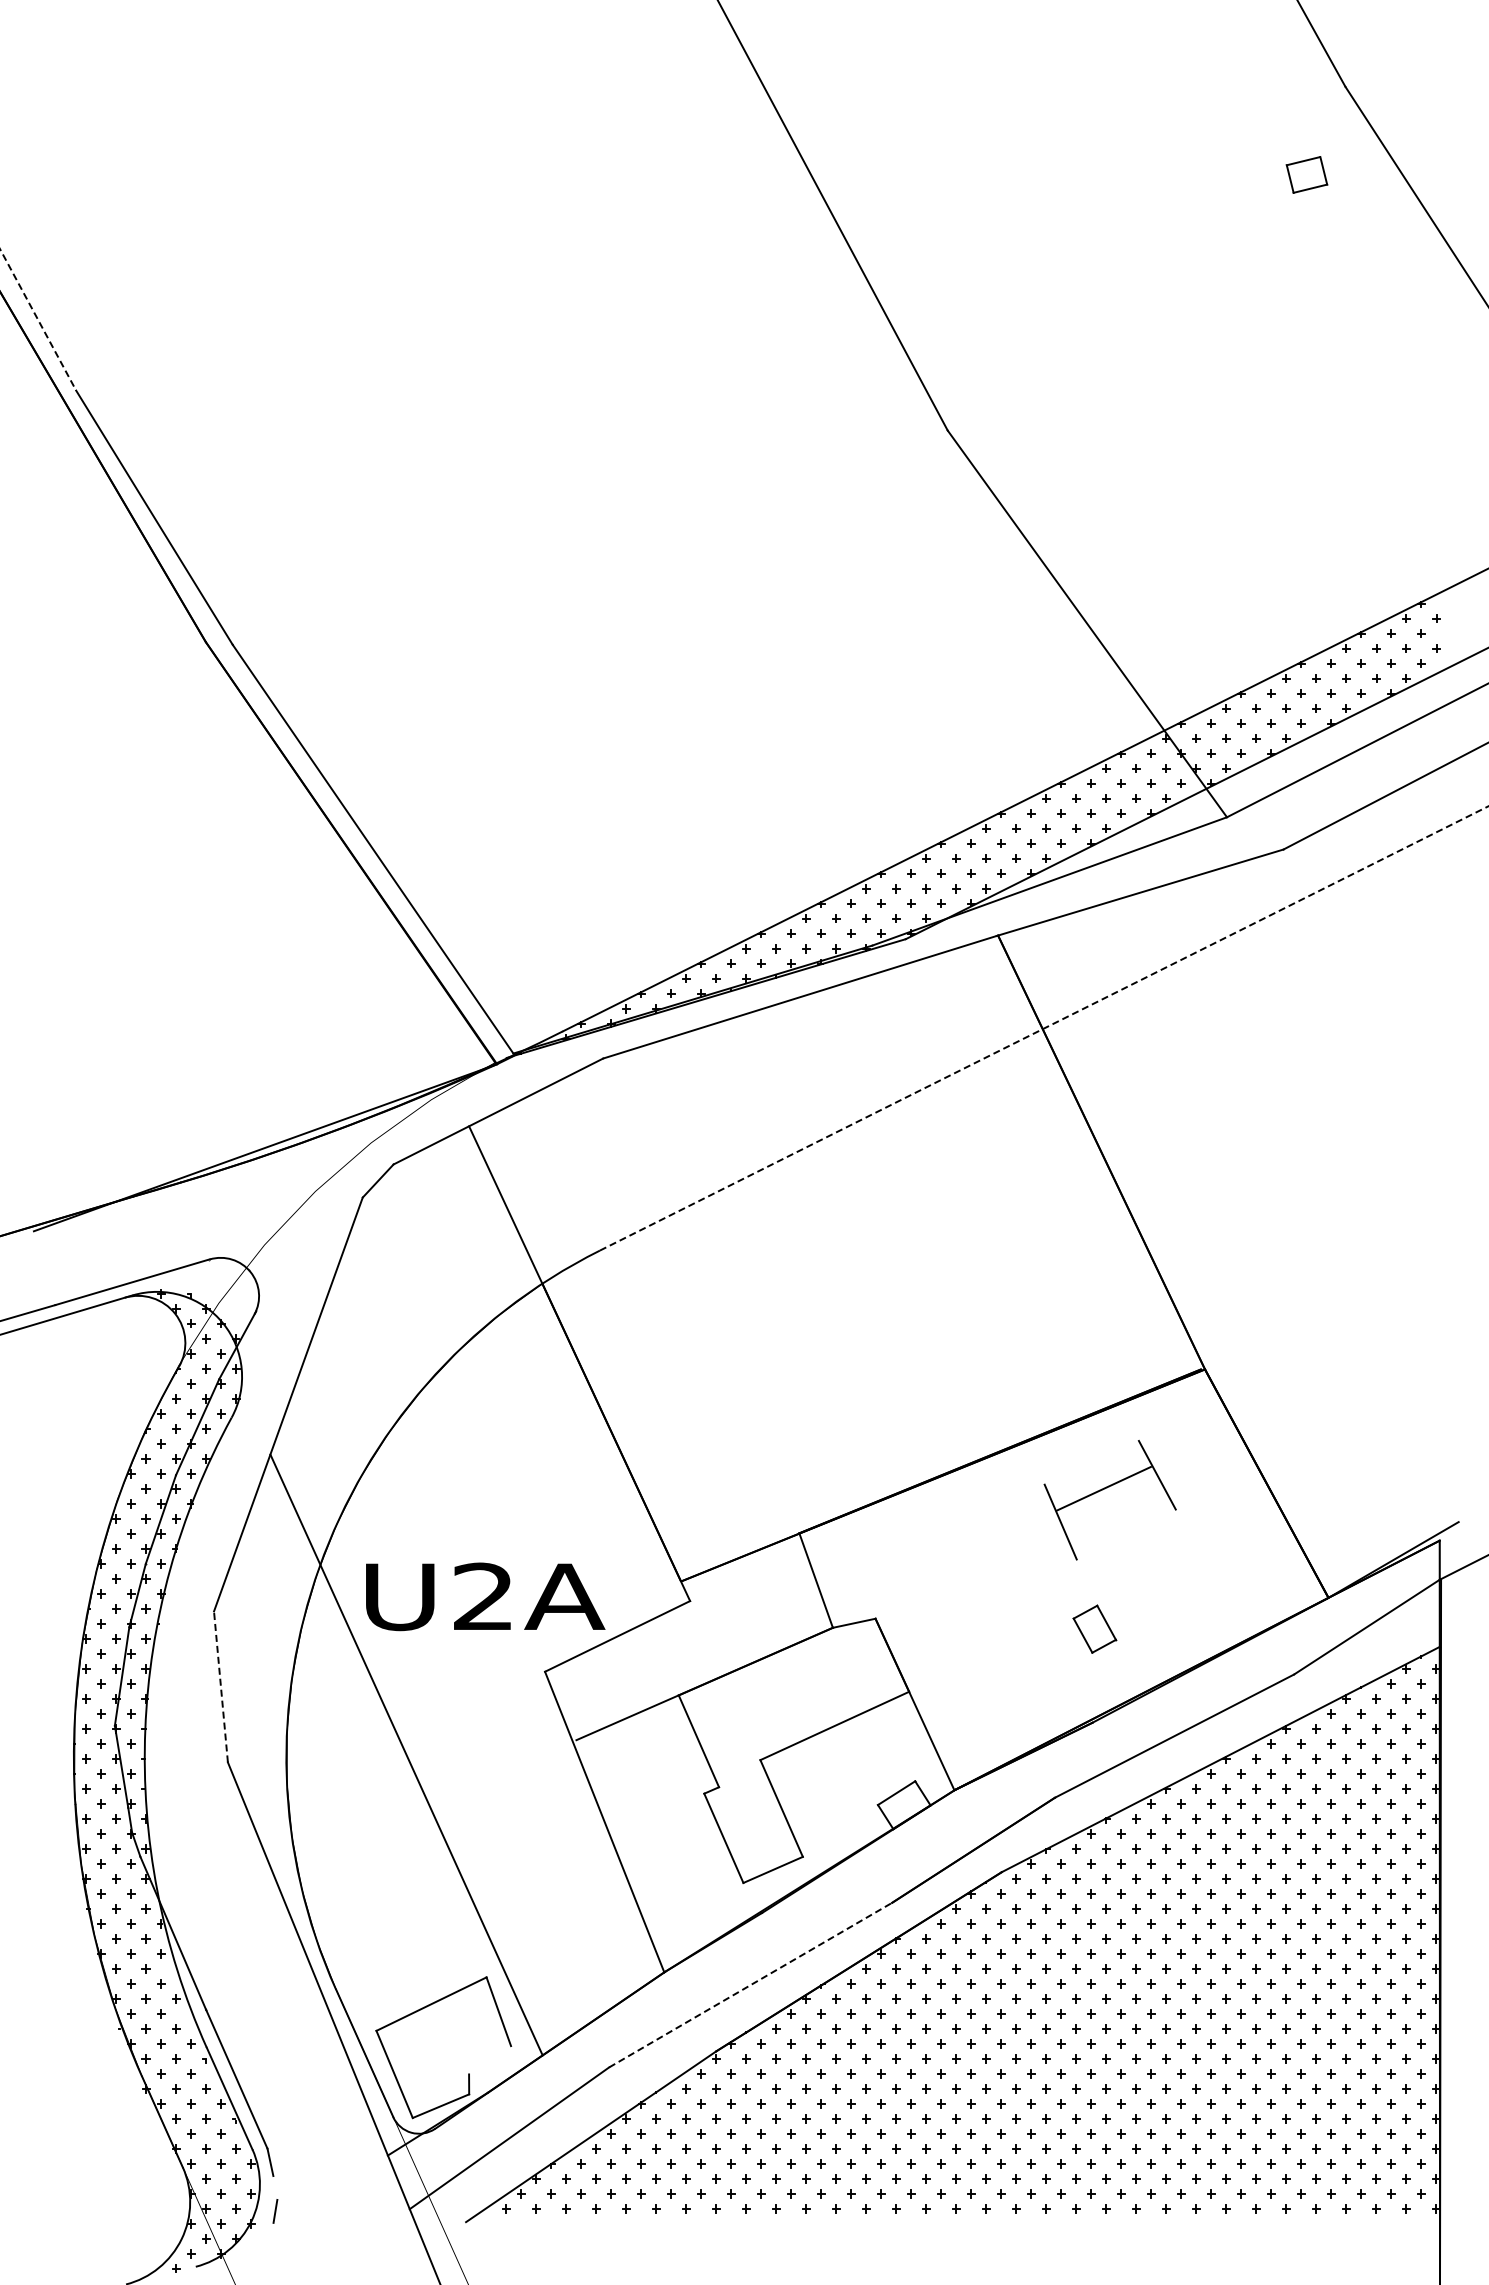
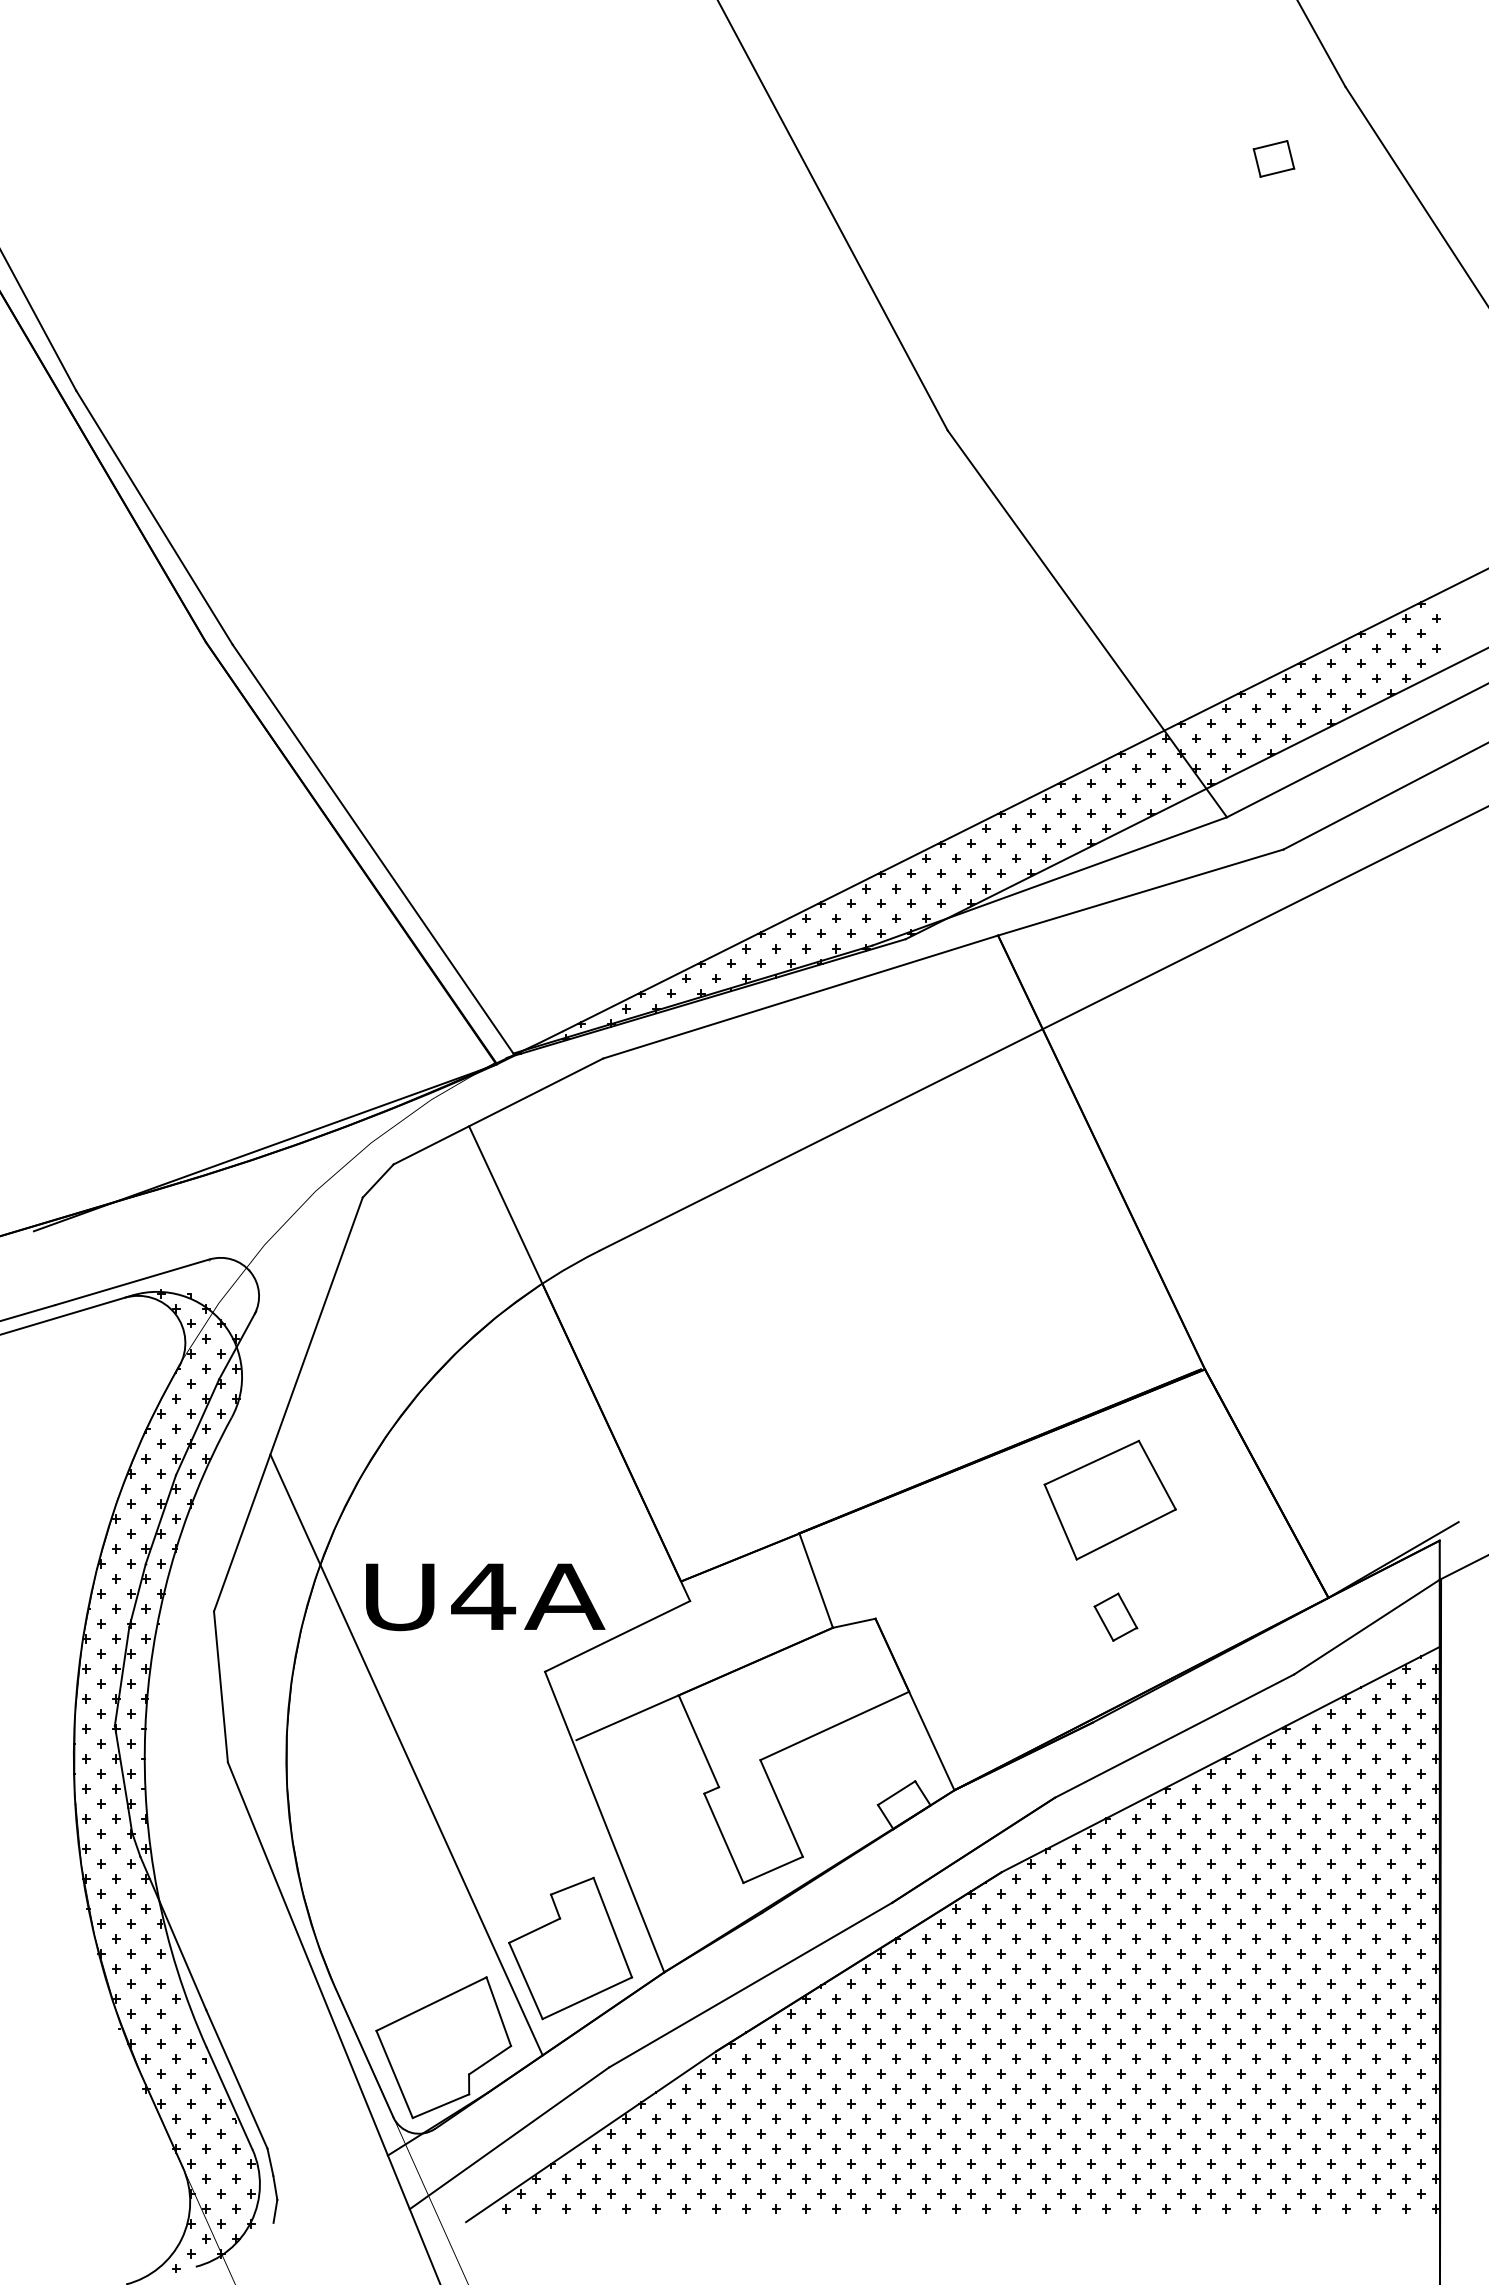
part at (1306, 174) position: (1306, 174) -> (1273, 158)
line at (38, 320): dashed -> solid
line at (1044, 1028): dashed -> solid
line at (1103, 1488) position: (1103, 1488) -> (1091, 1462)
line at (1125, 1534): none -> present
text at (483, 1595): U2A -> U4A
part at (1094, 1628) position: (1094, 1628) -> (1115, 1616)
line at (220, 1686): dashed -> solid
part at (570, 1948): none -> present
line at (750, 1985): dashed -> solid
line at (490, 2060): none -> present
line at (275, 2187): none -> present
